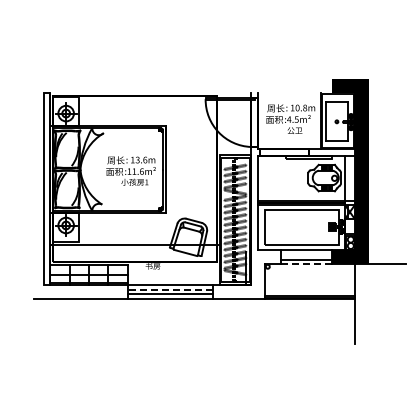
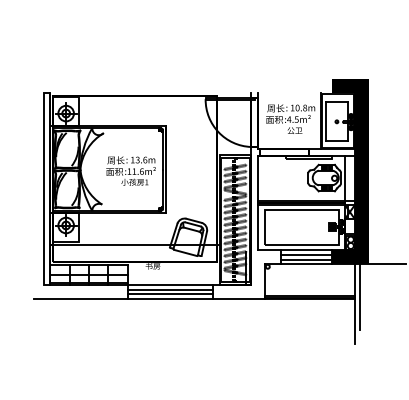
line at (306, 254): none -> present
line at (306, 264): dashed -> solid
line at (170, 289): dashed -> solid
line at (359, 297): none -> present
